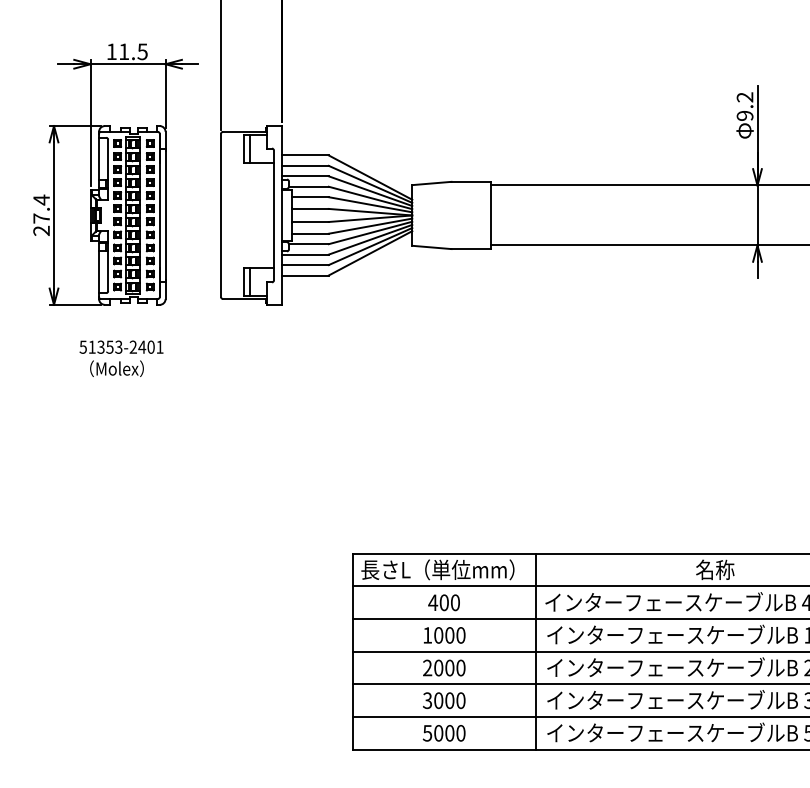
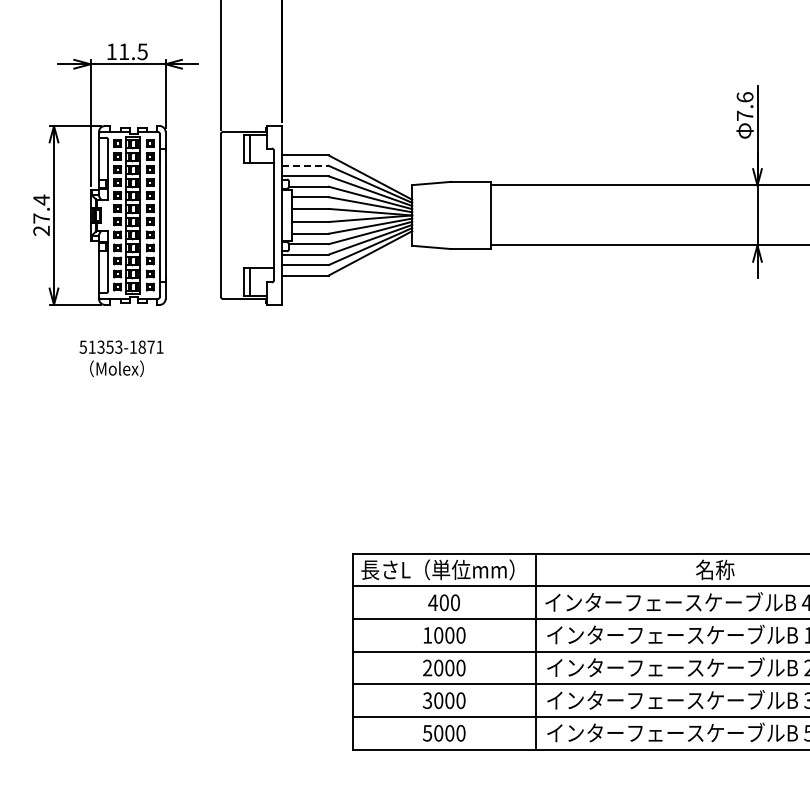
text at (744, 106): 9.2 -> 7.6
line at (305, 165): solid -> dashed
text at (141, 346): 51353-2401 -> 51353-1871
